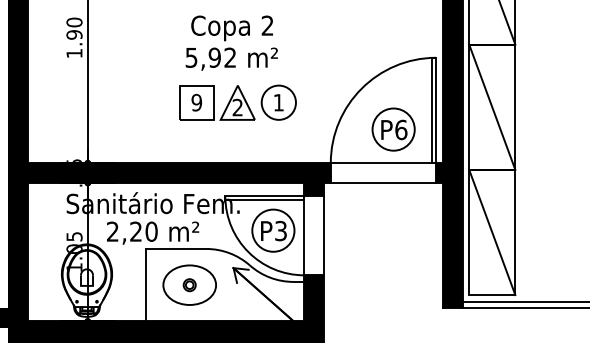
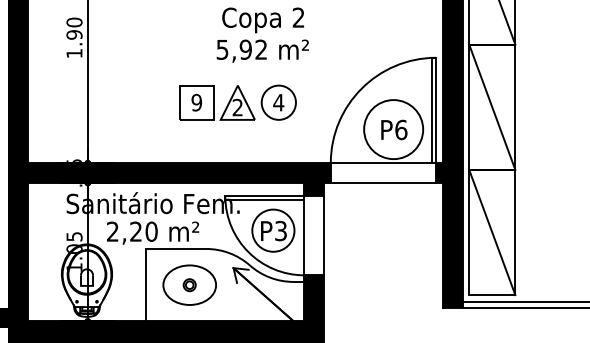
text at (231, 42) position: (231, 42) -> (262, 34)
text at (278, 102): 1 -> 4
circle at (393, 129) diameter: 42 px -> 59 px
